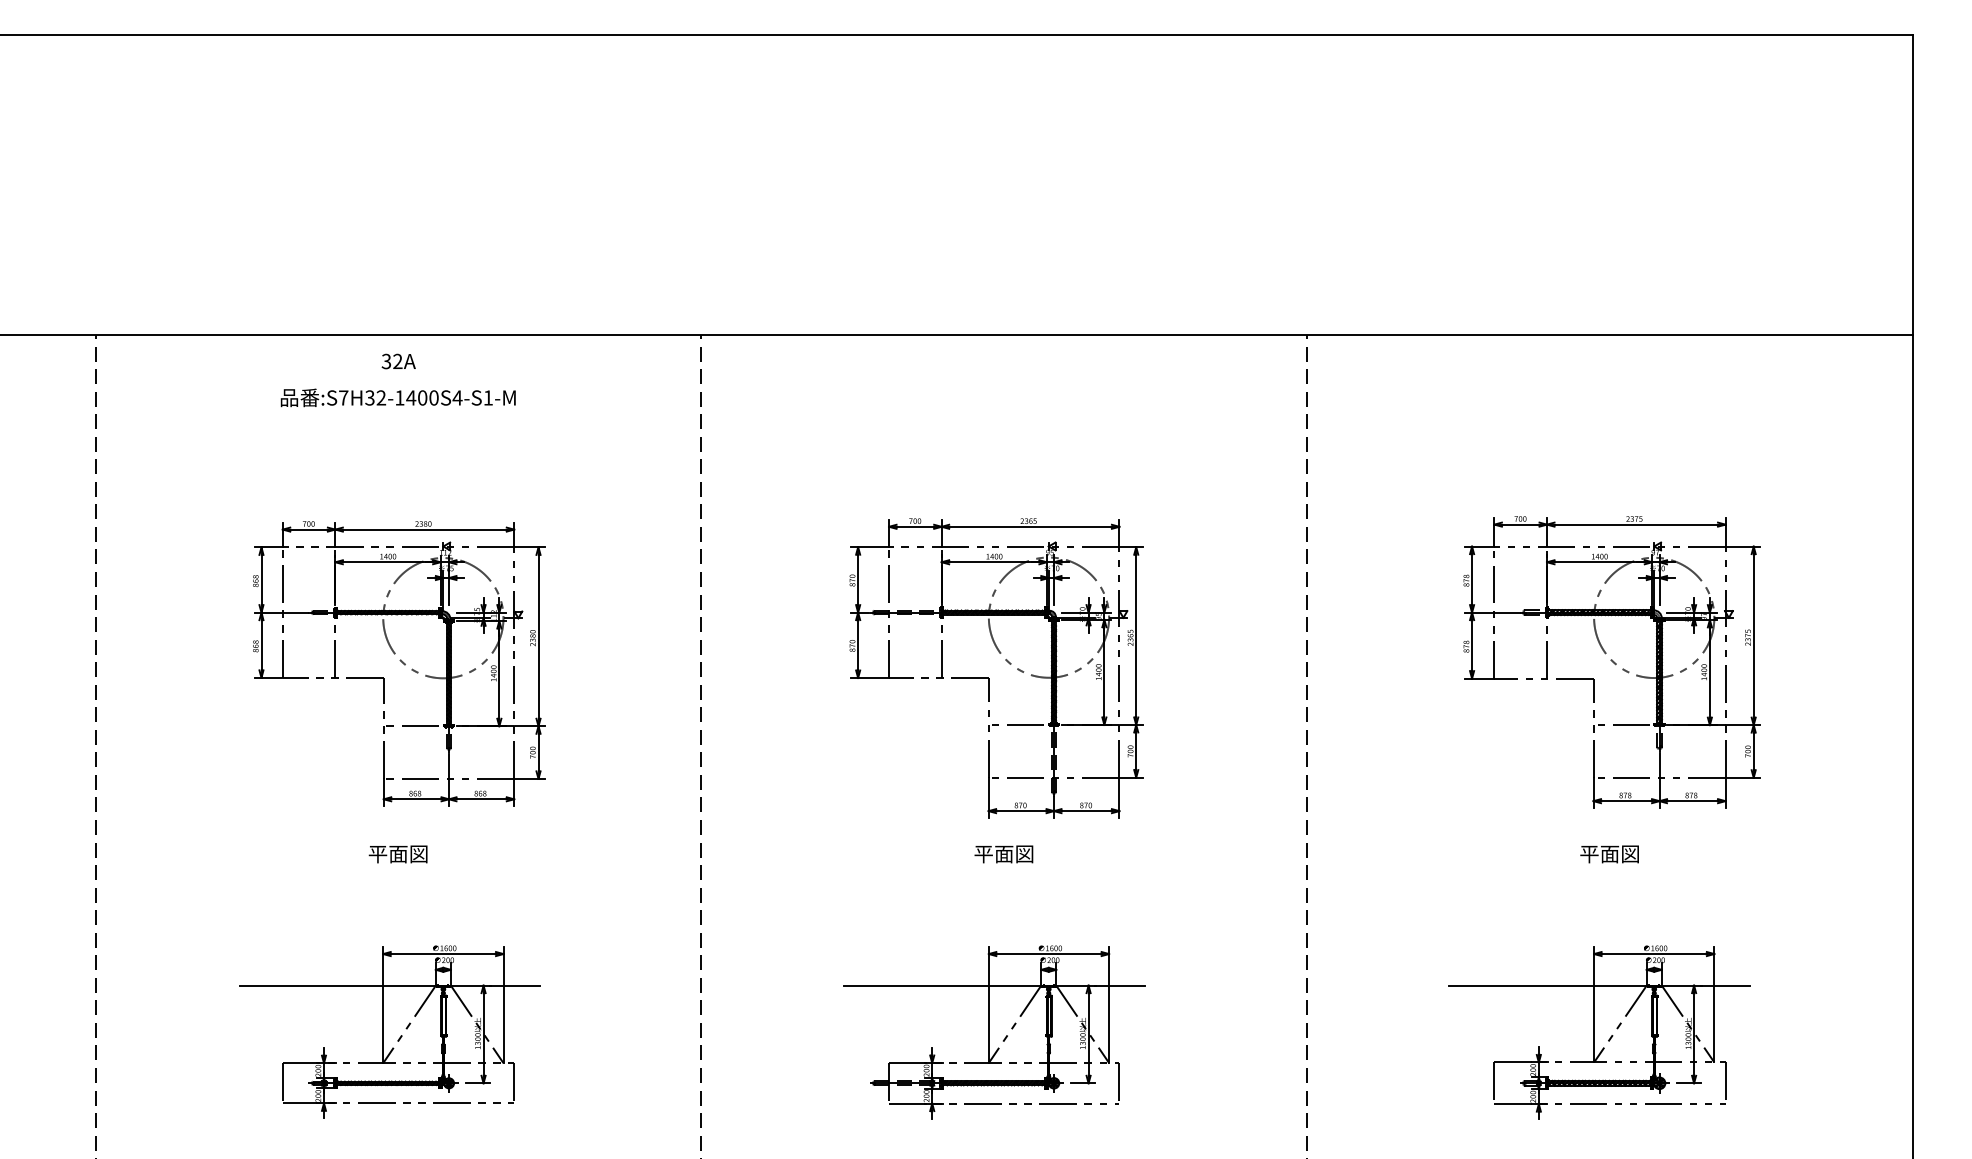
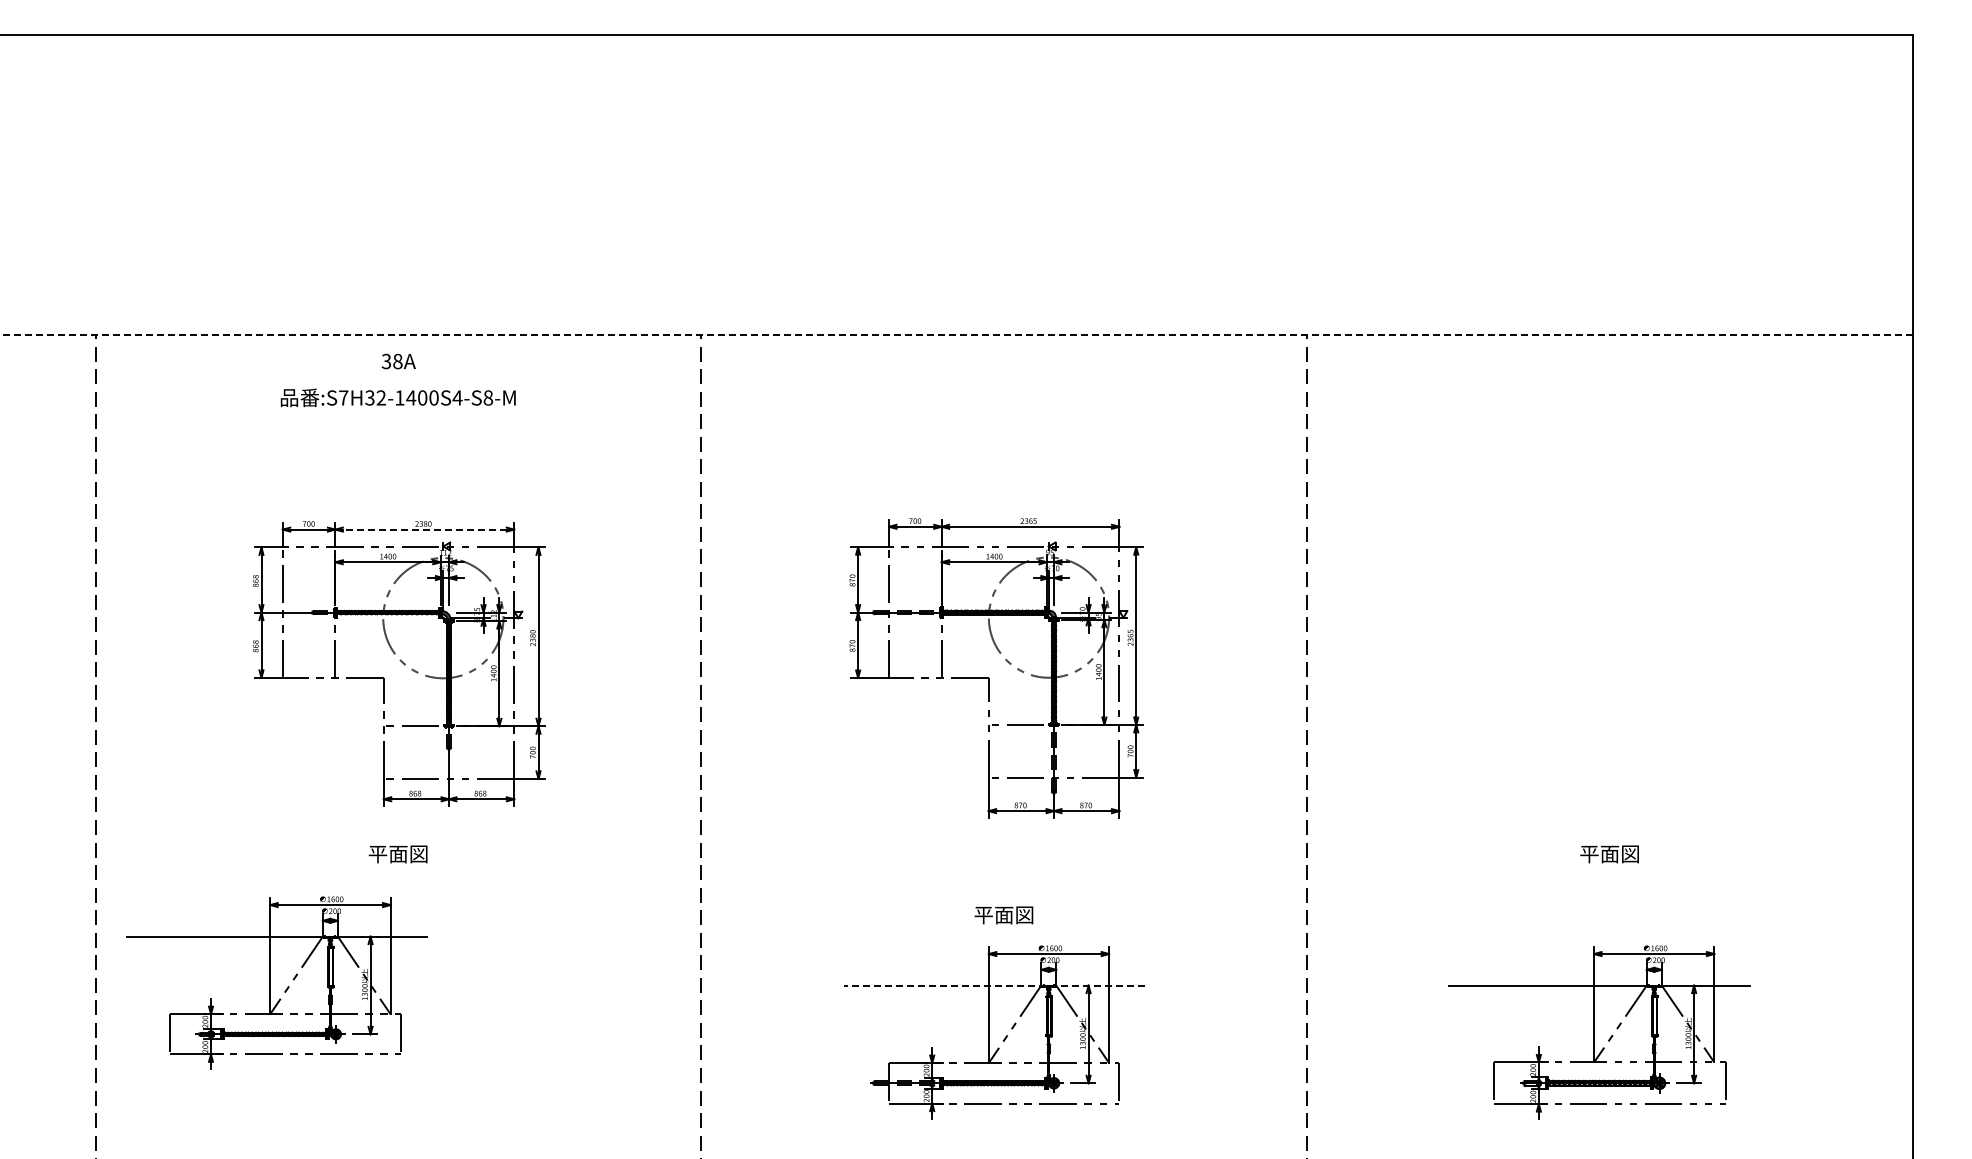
line at (956, 335): solid -> dashed
text at (397, 361): 32A -> 38A
text at (488, 397): :S7H32-1400S4-S1-M -> :S7H32-1400S4-S8-M
line at (424, 529): solid -> dashed
part at (1611, 662): present -> none
text at (1003, 854) position: (1003, 854) -> (1003, 915)
line at (993, 985): solid -> dashed
part at (389, 1031) position: (389, 1031) -> (276, 982)
